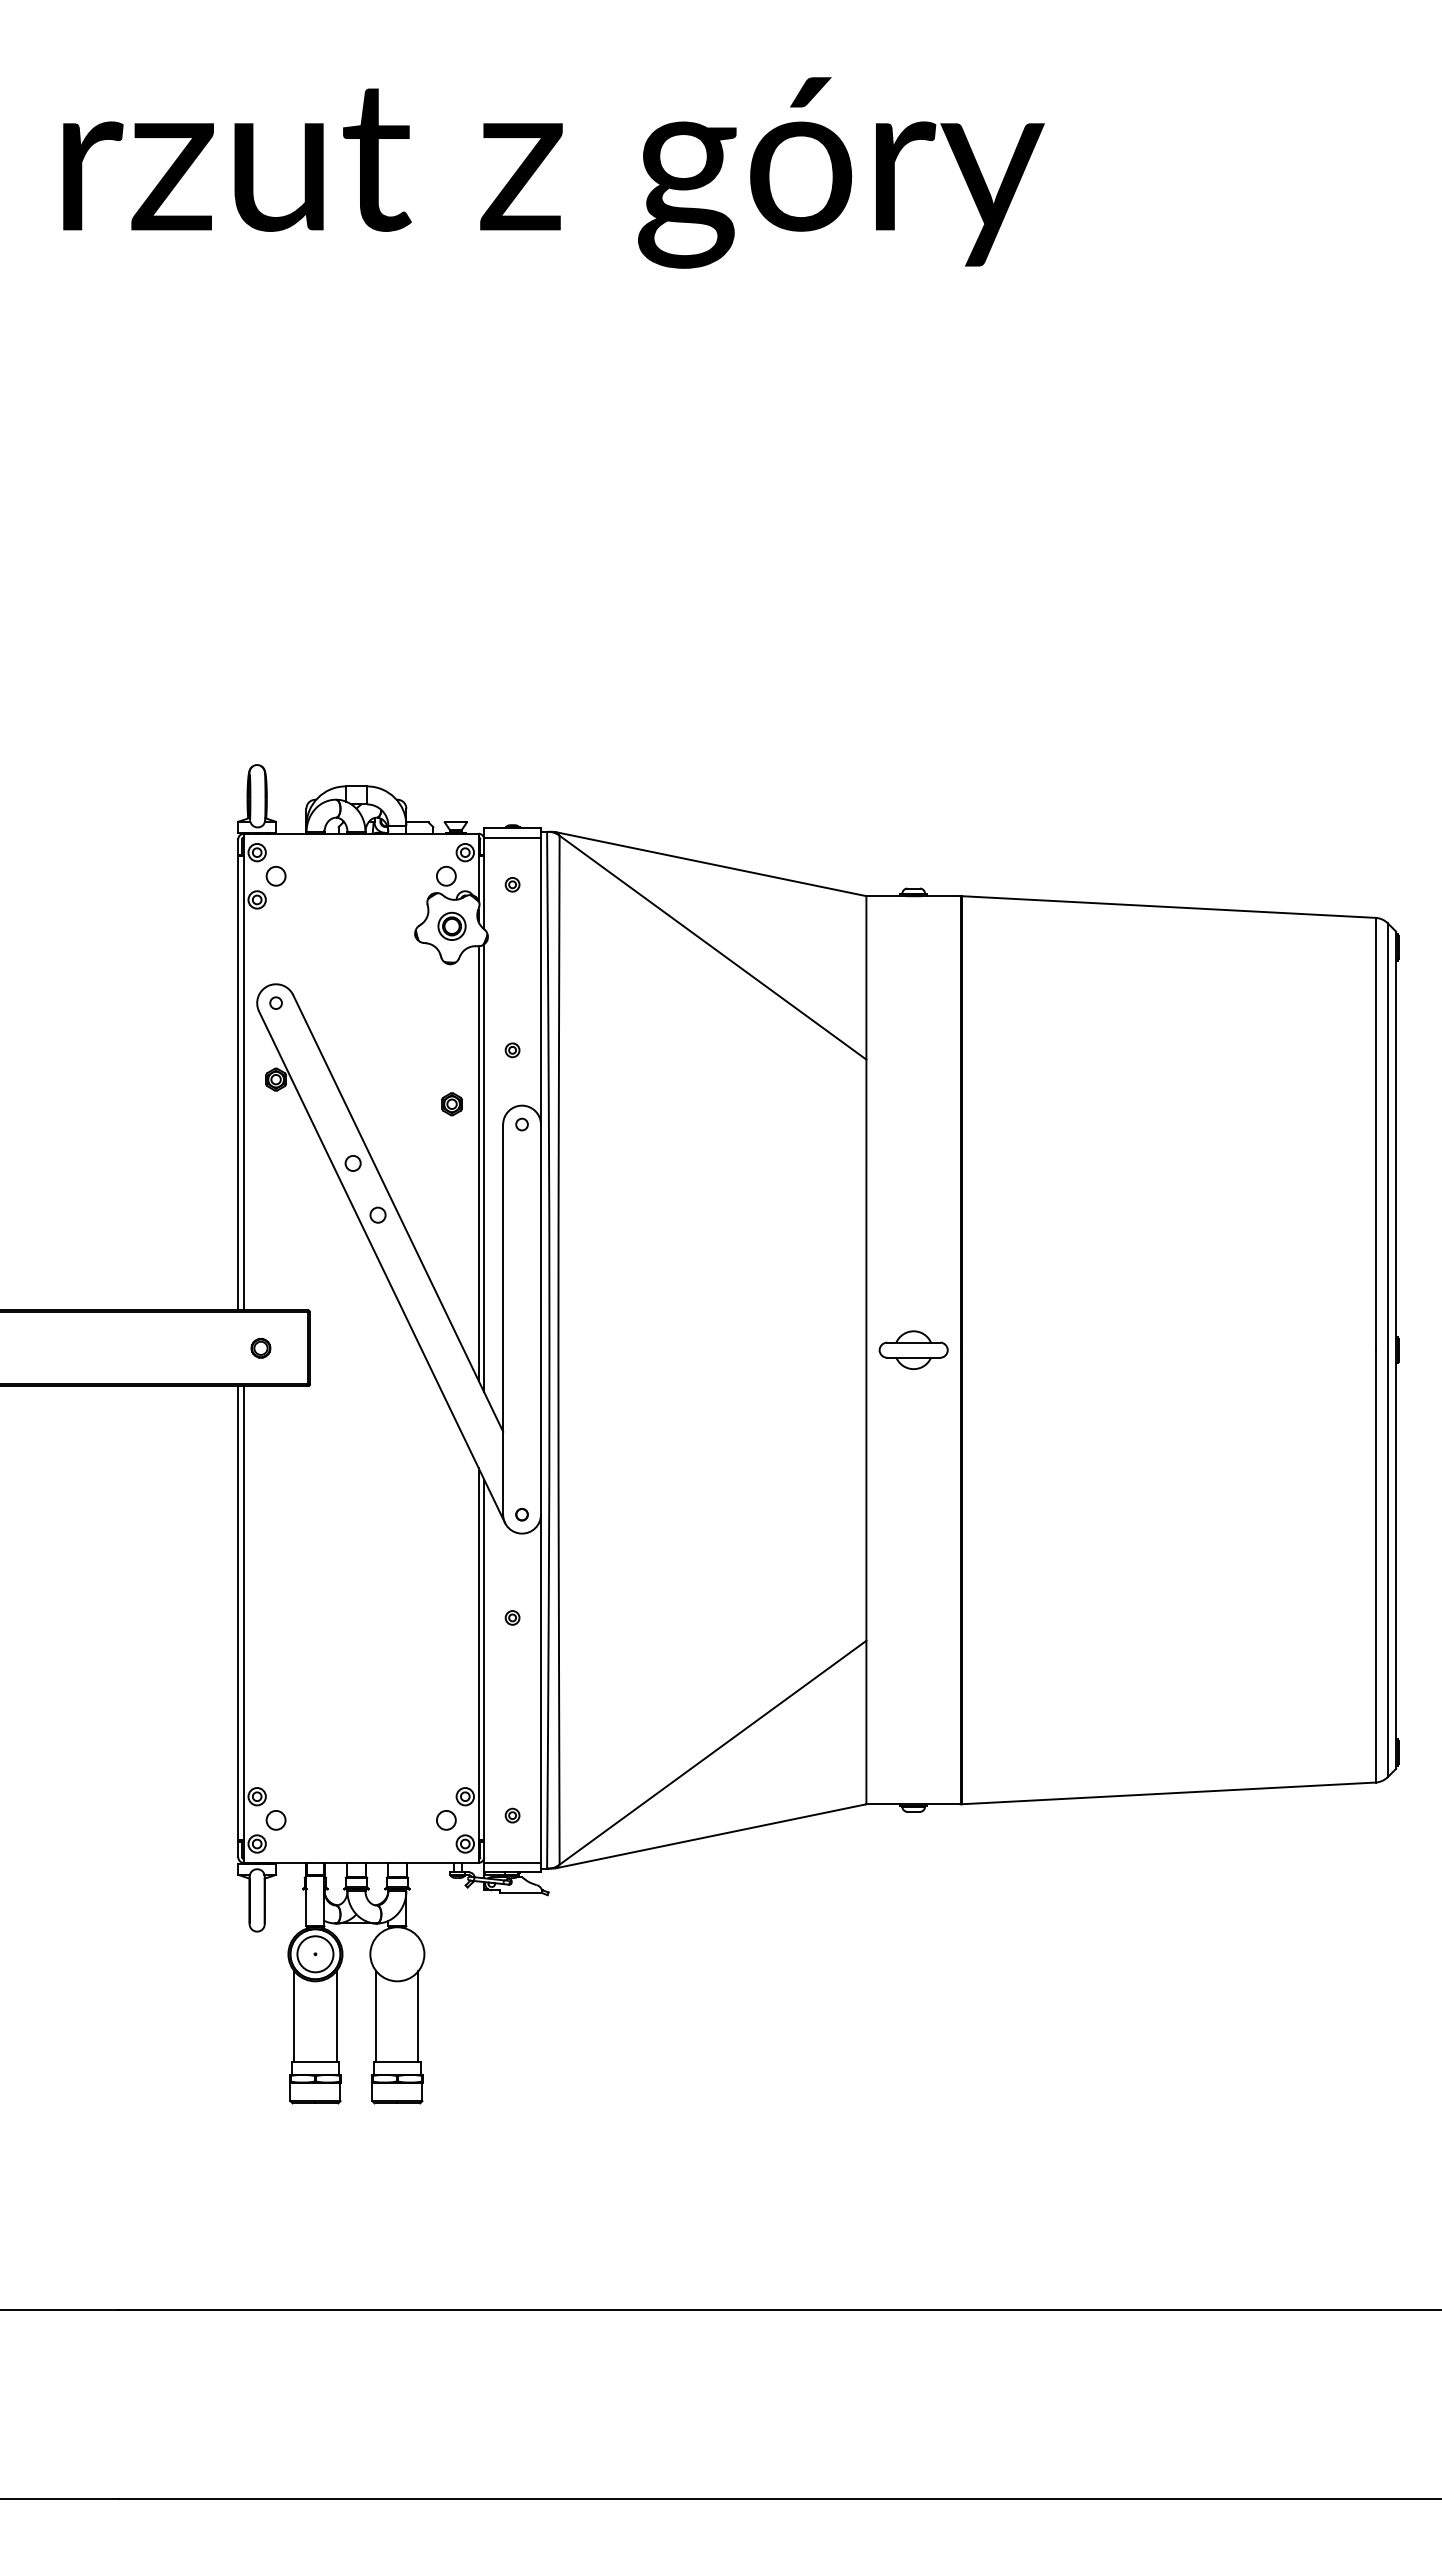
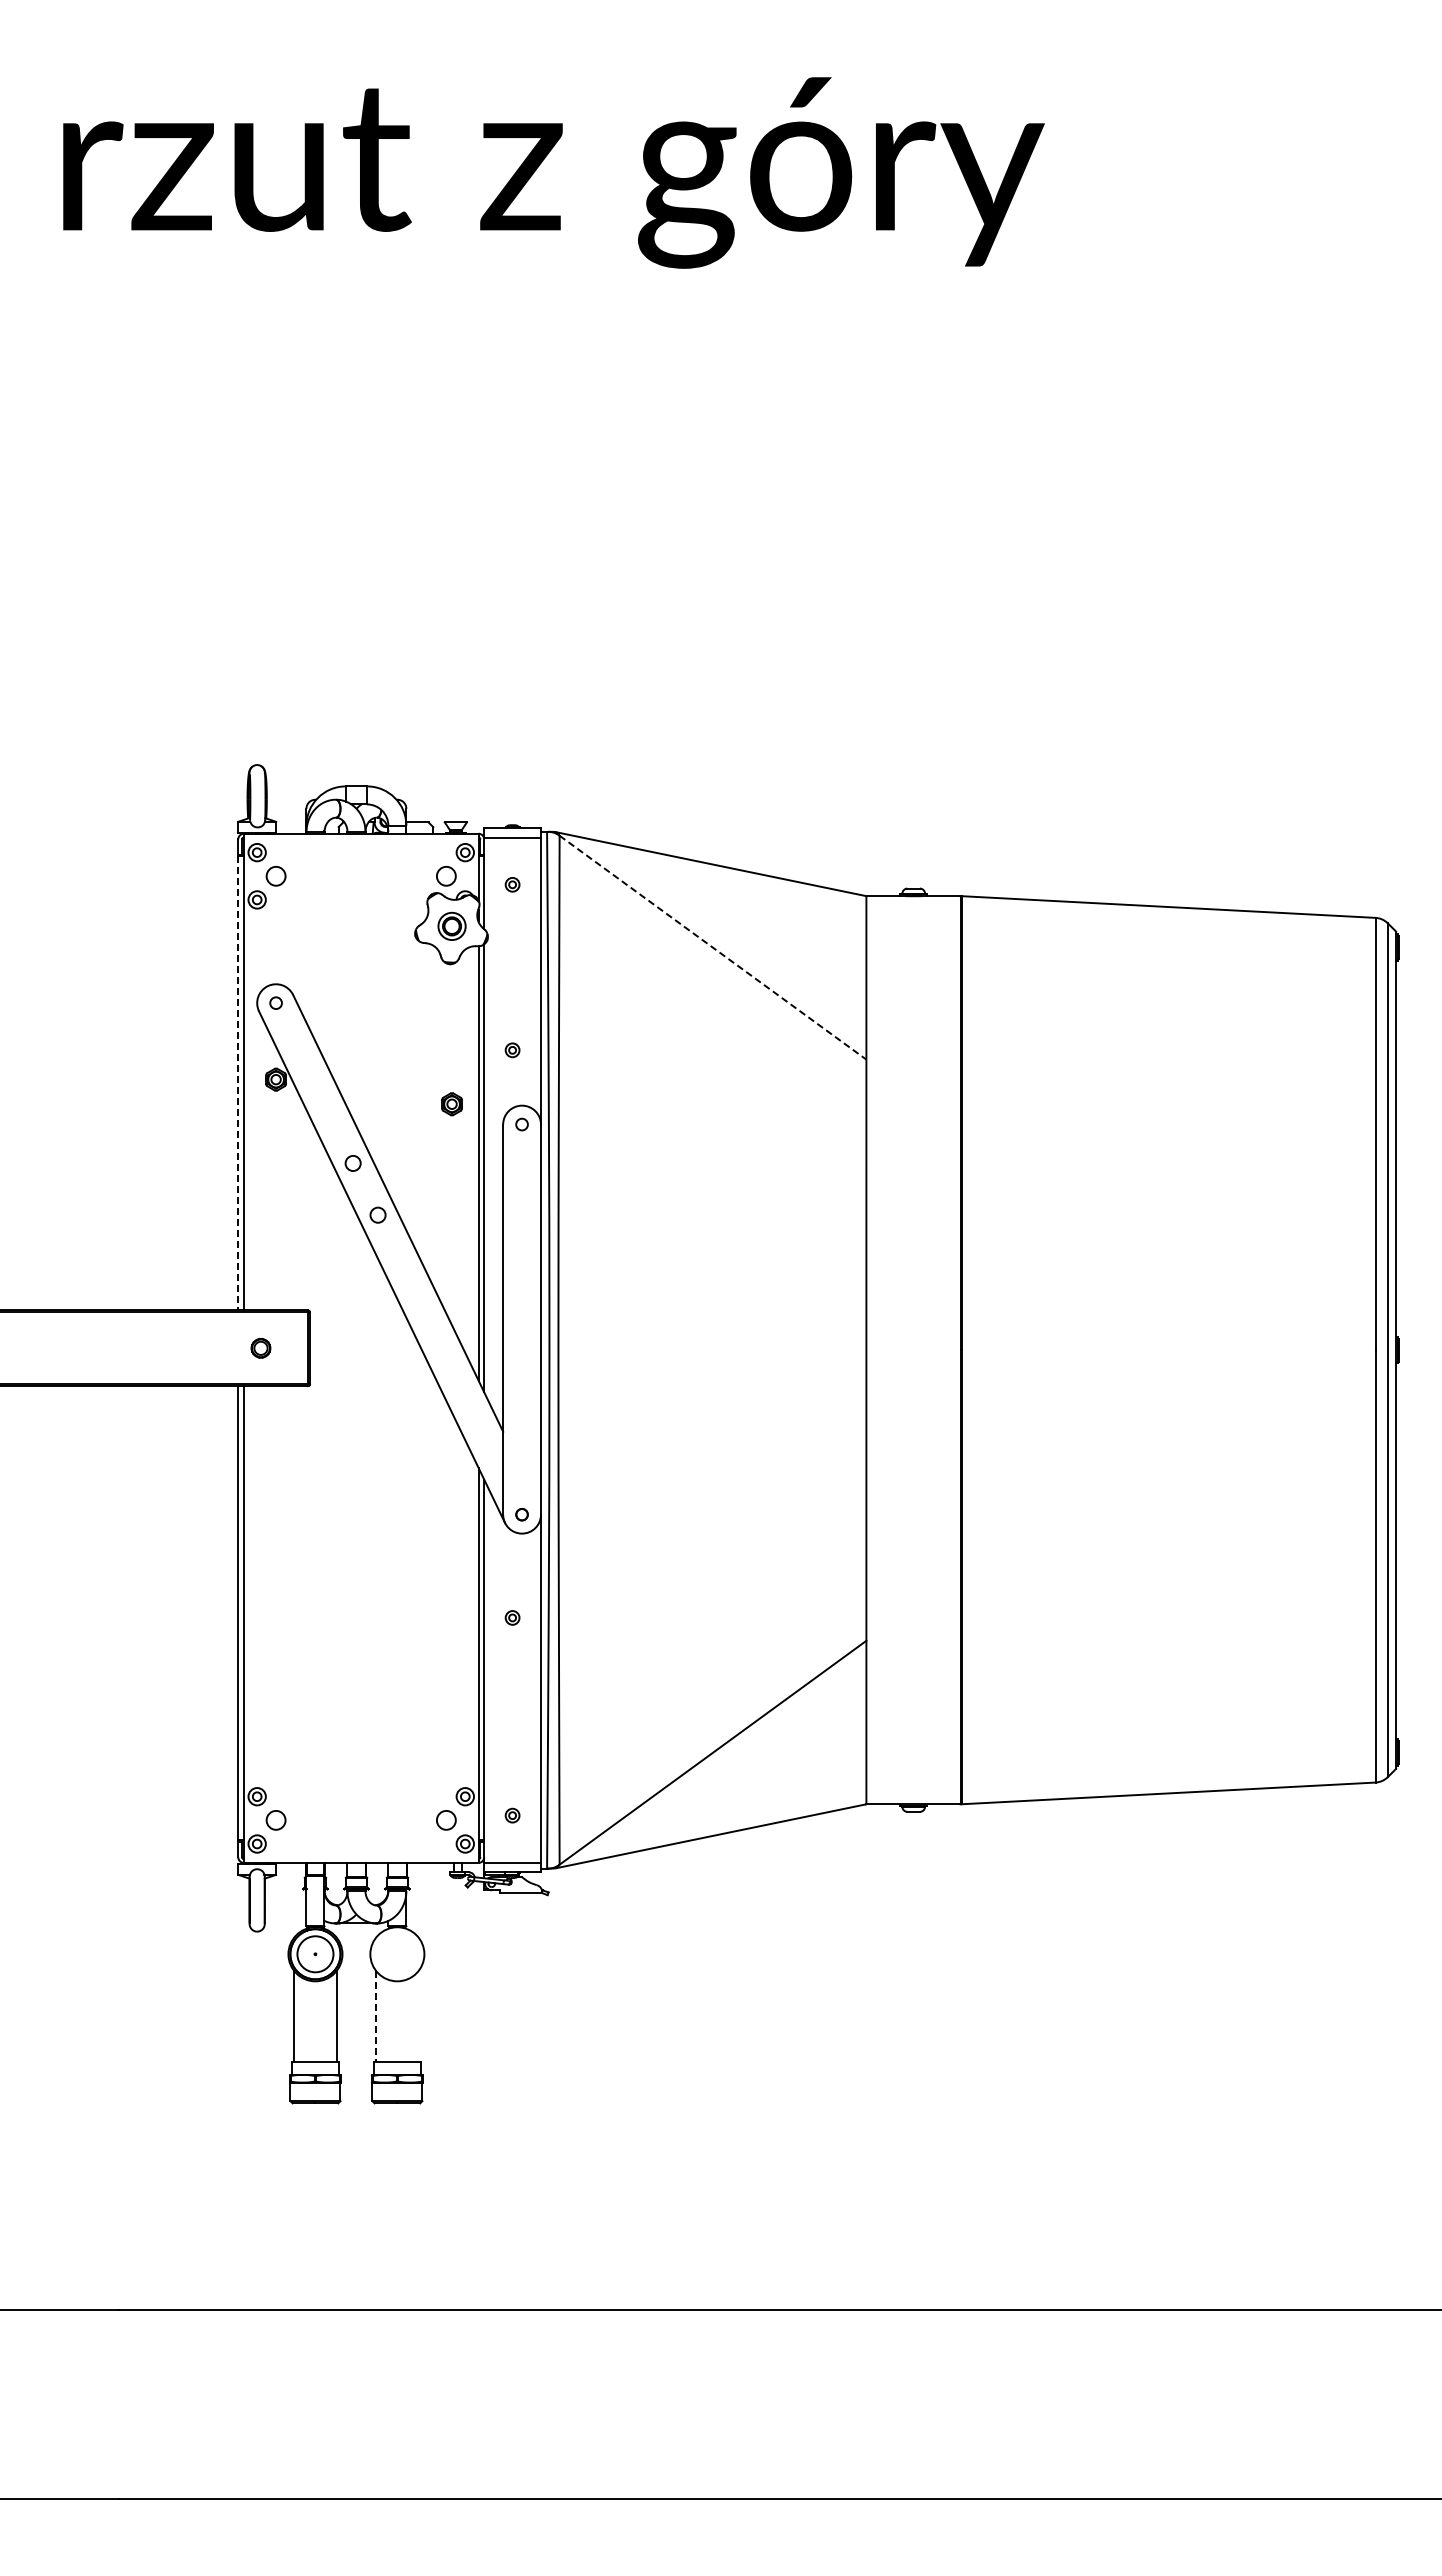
line at (713, 947): solid -> dashed
line at (238, 1083): solid -> dashed
part at (913, 1349): present -> none
line at (418, 2016): present -> none
line at (376, 2017): solid -> dashed
